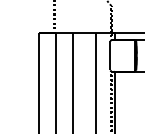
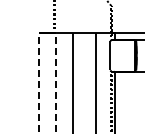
line at (38, 82): solid -> dashed
line at (56, 82): solid -> dashed
